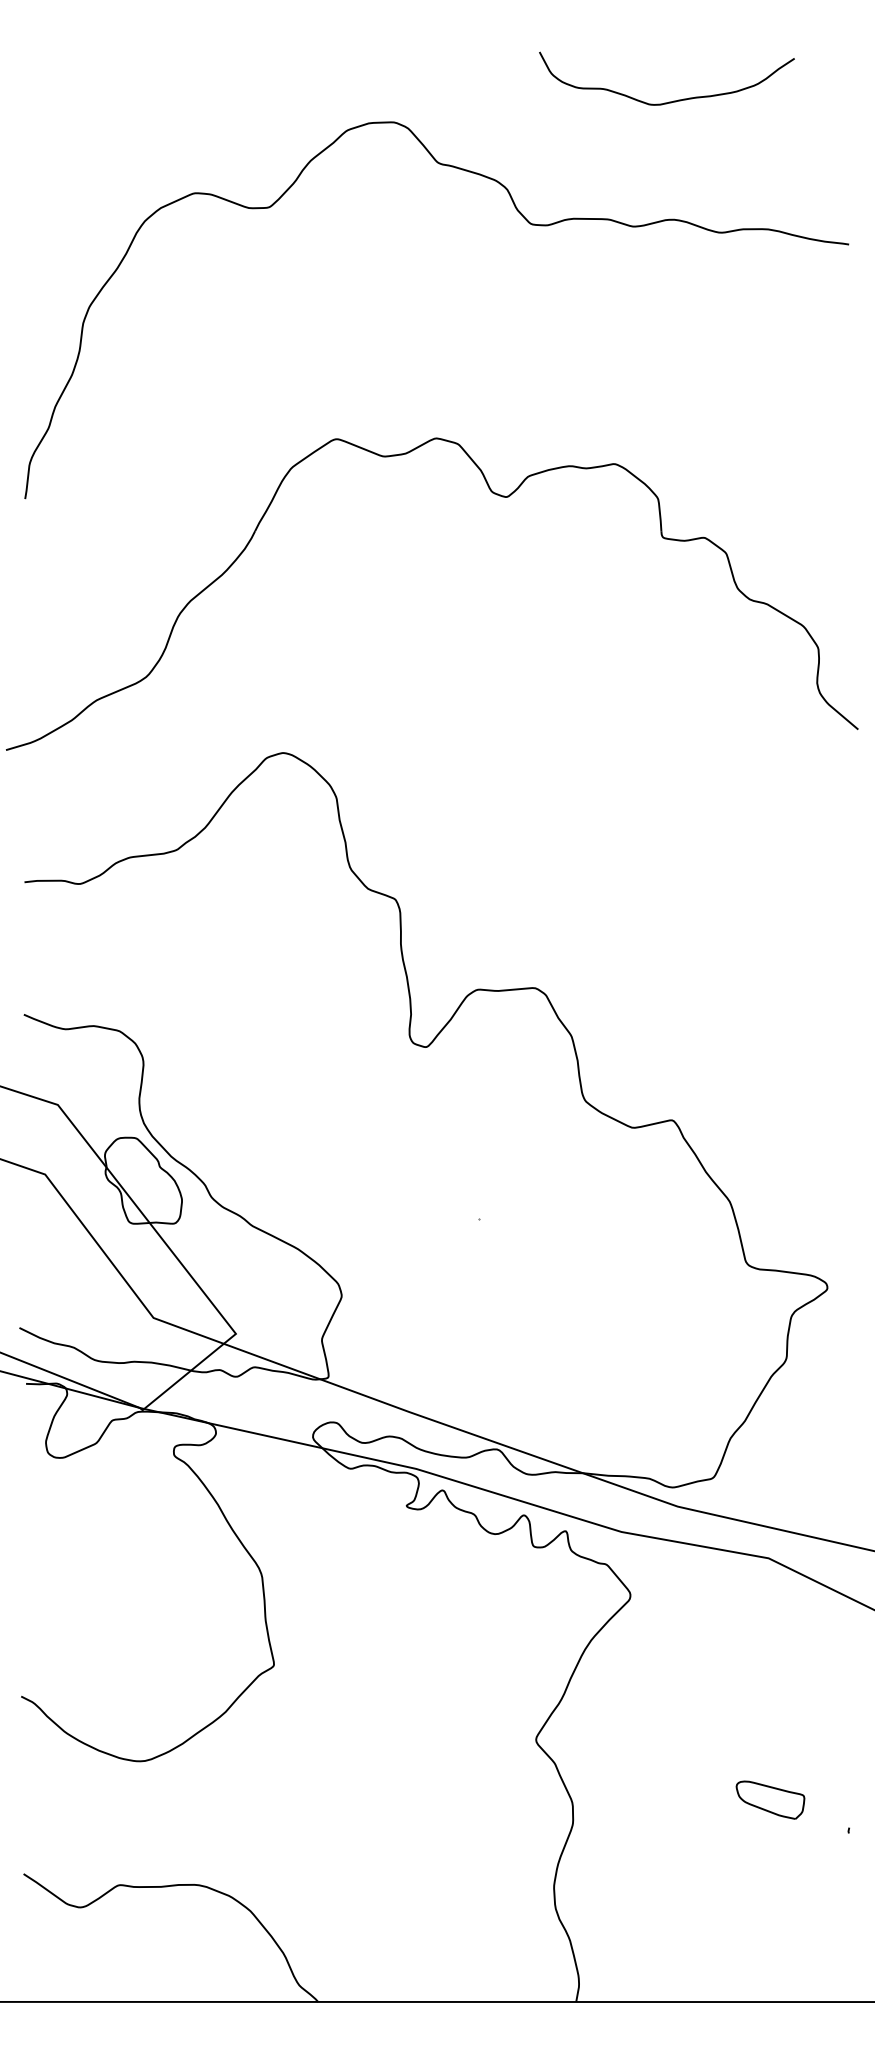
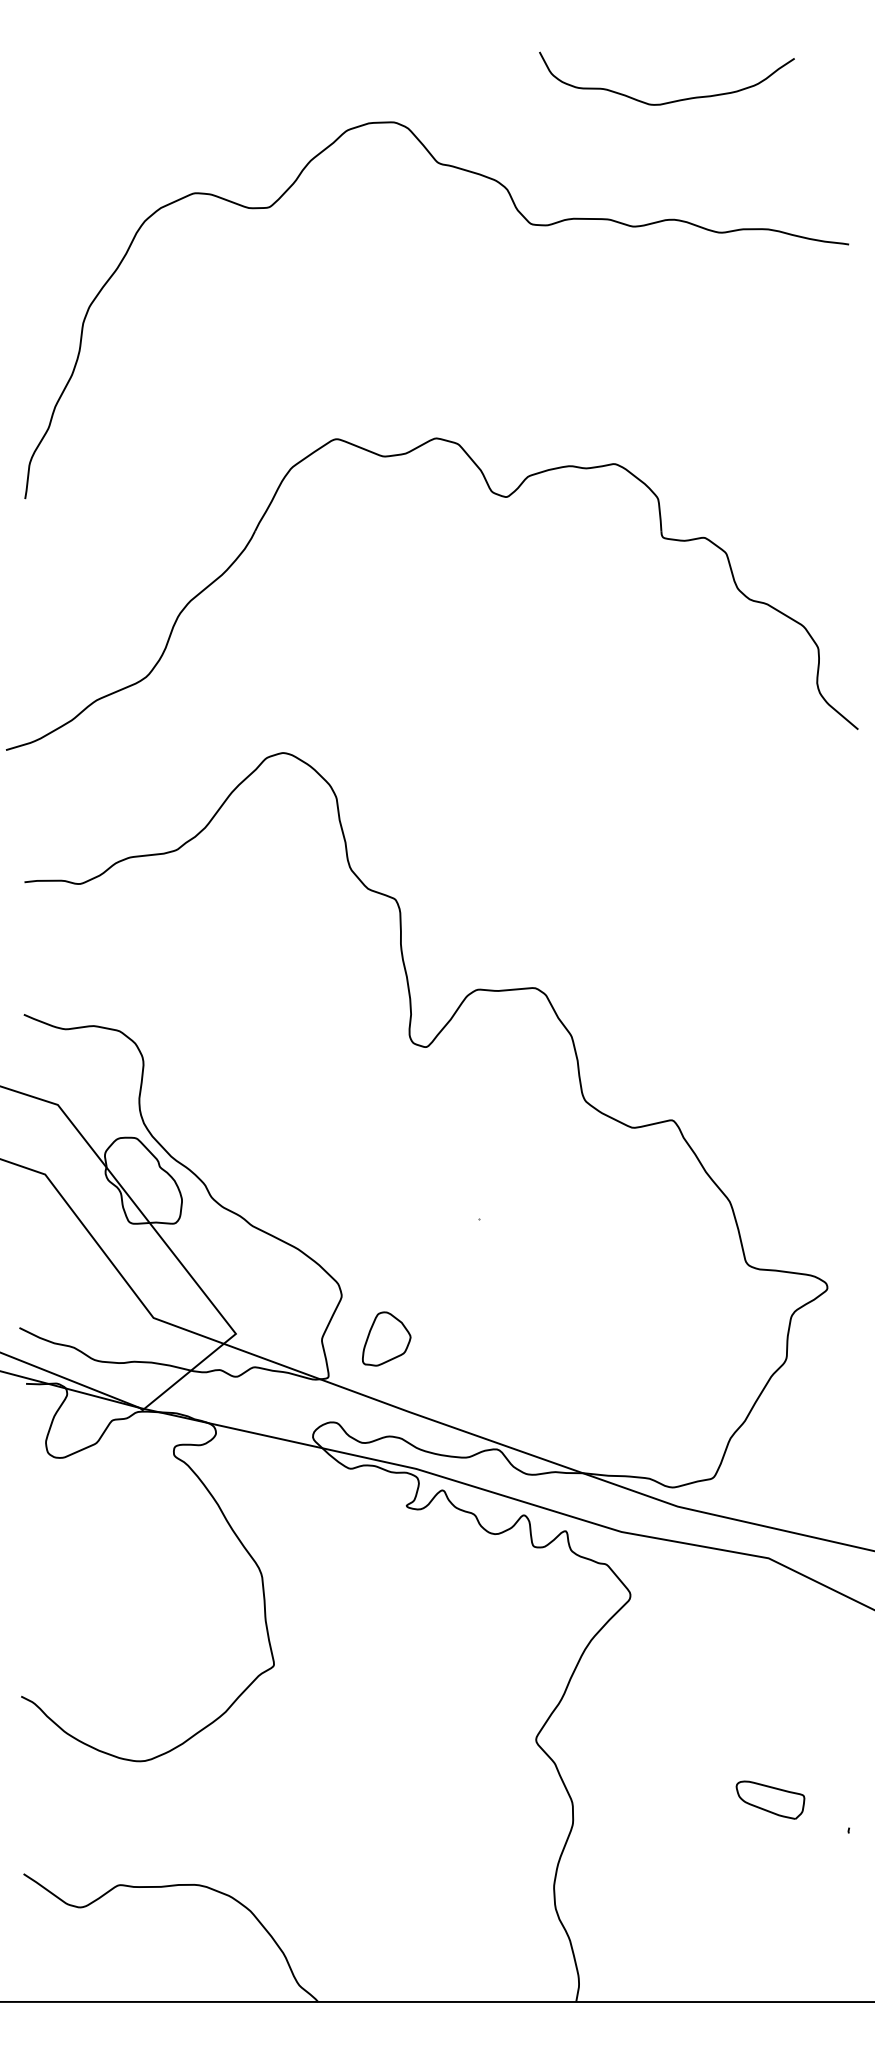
part at (386, 1338): none -> present
